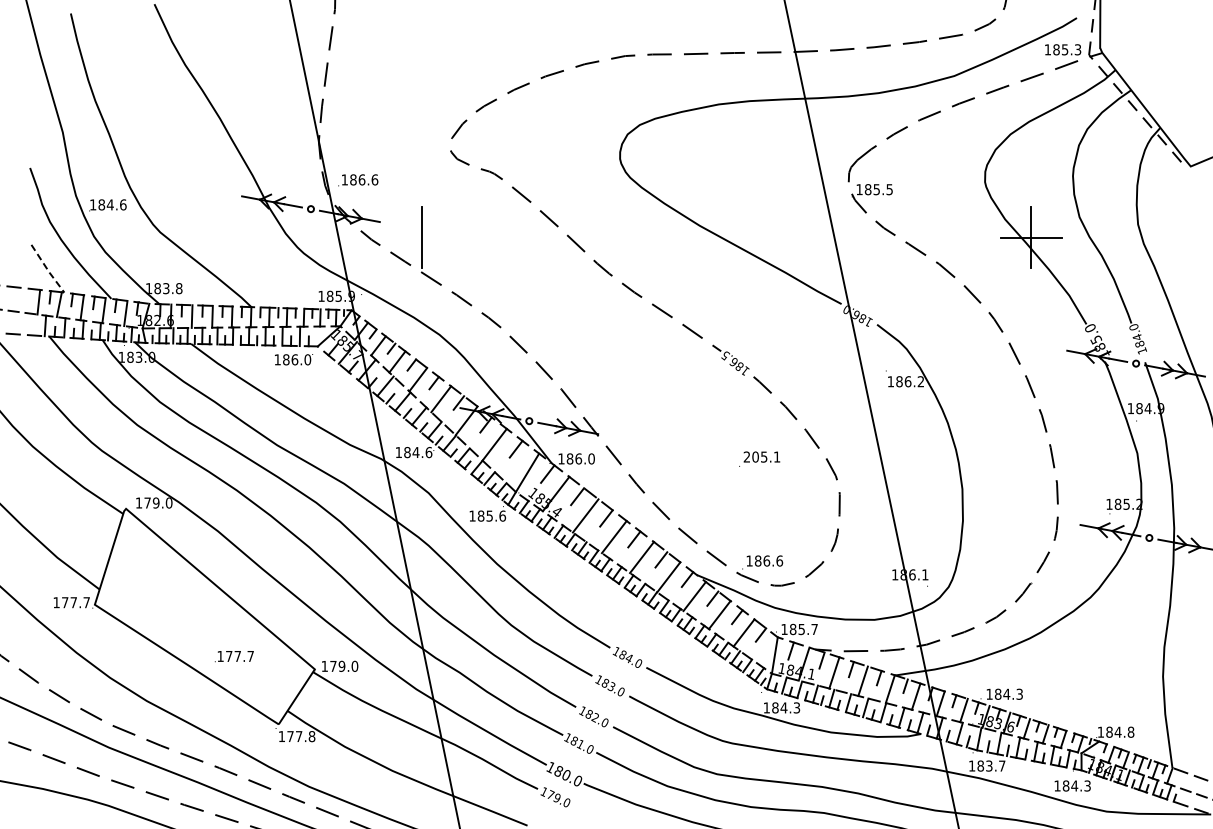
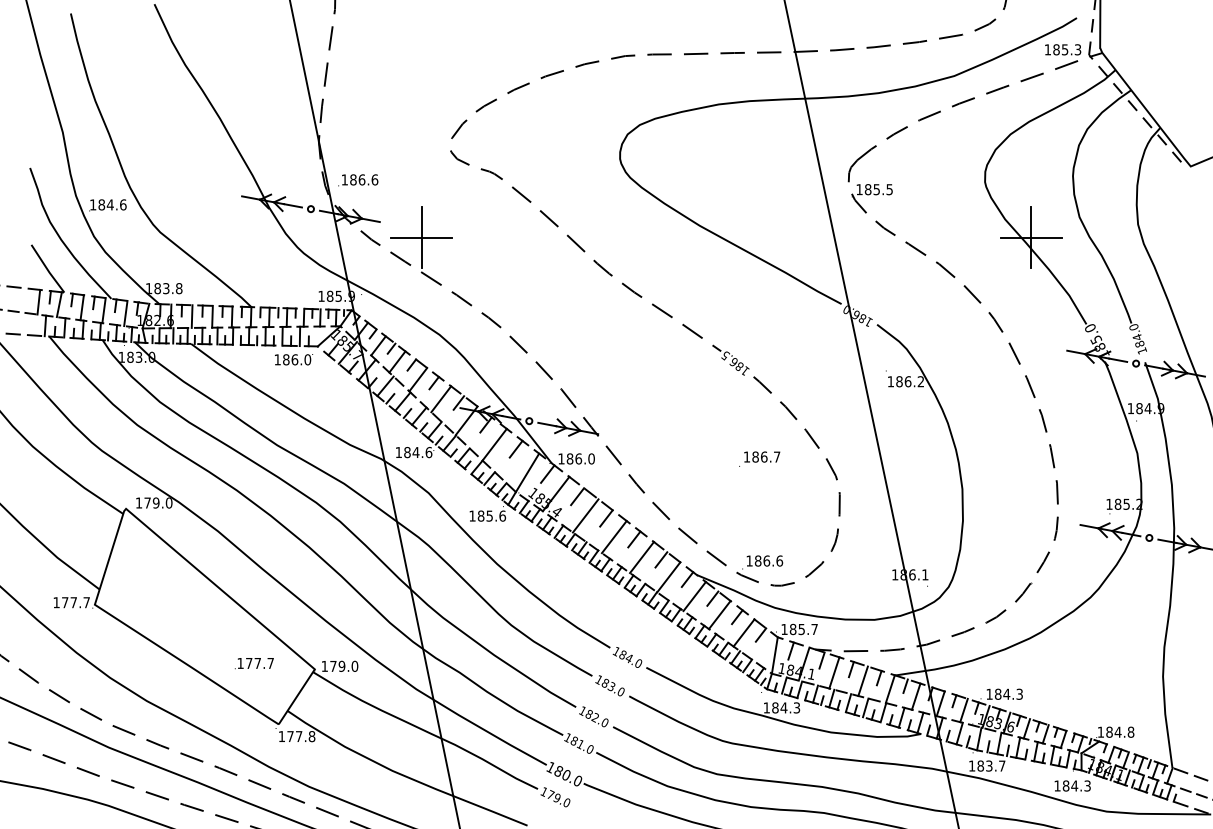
line at (421, 237): none -> present
line at (47, 269): dashed -> solid
text at (761, 456): 205.1 -> 186.7
text at (233, 656) position: (233, 656) -> (253, 663)
